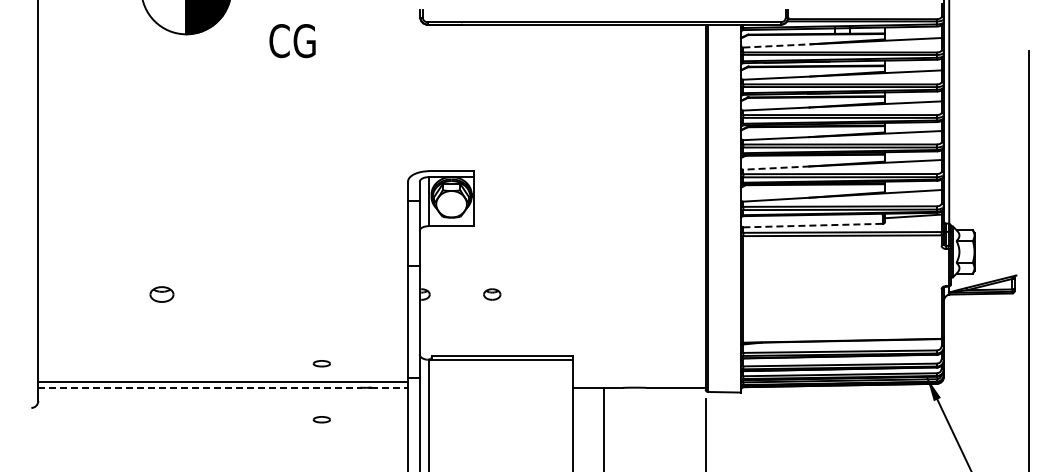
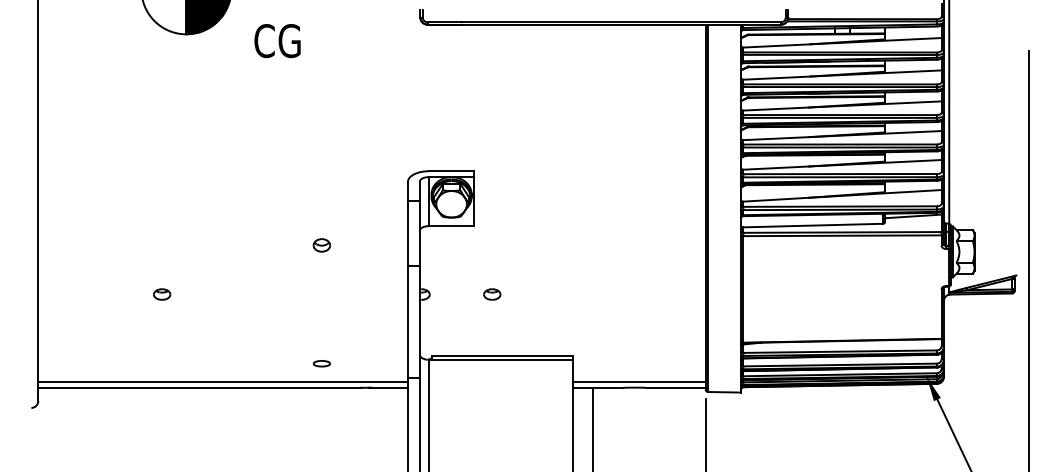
text at (292, 41) position: (292, 41) -> (277, 41)
line at (776, 45): dashed -> solid
line at (775, 168): dashed -> solid
line at (813, 225): dashed -> solid
part at (321, 245): none -> present
part at (161, 294) size: 26x17 px -> 19x13 px
line at (639, 381): none -> present
line at (200, 387): dashed -> solid
line at (390, 387): dashed -> solid
part at (321, 419): present -> none
line at (604, 427) position: (604, 427) -> (593, 427)
